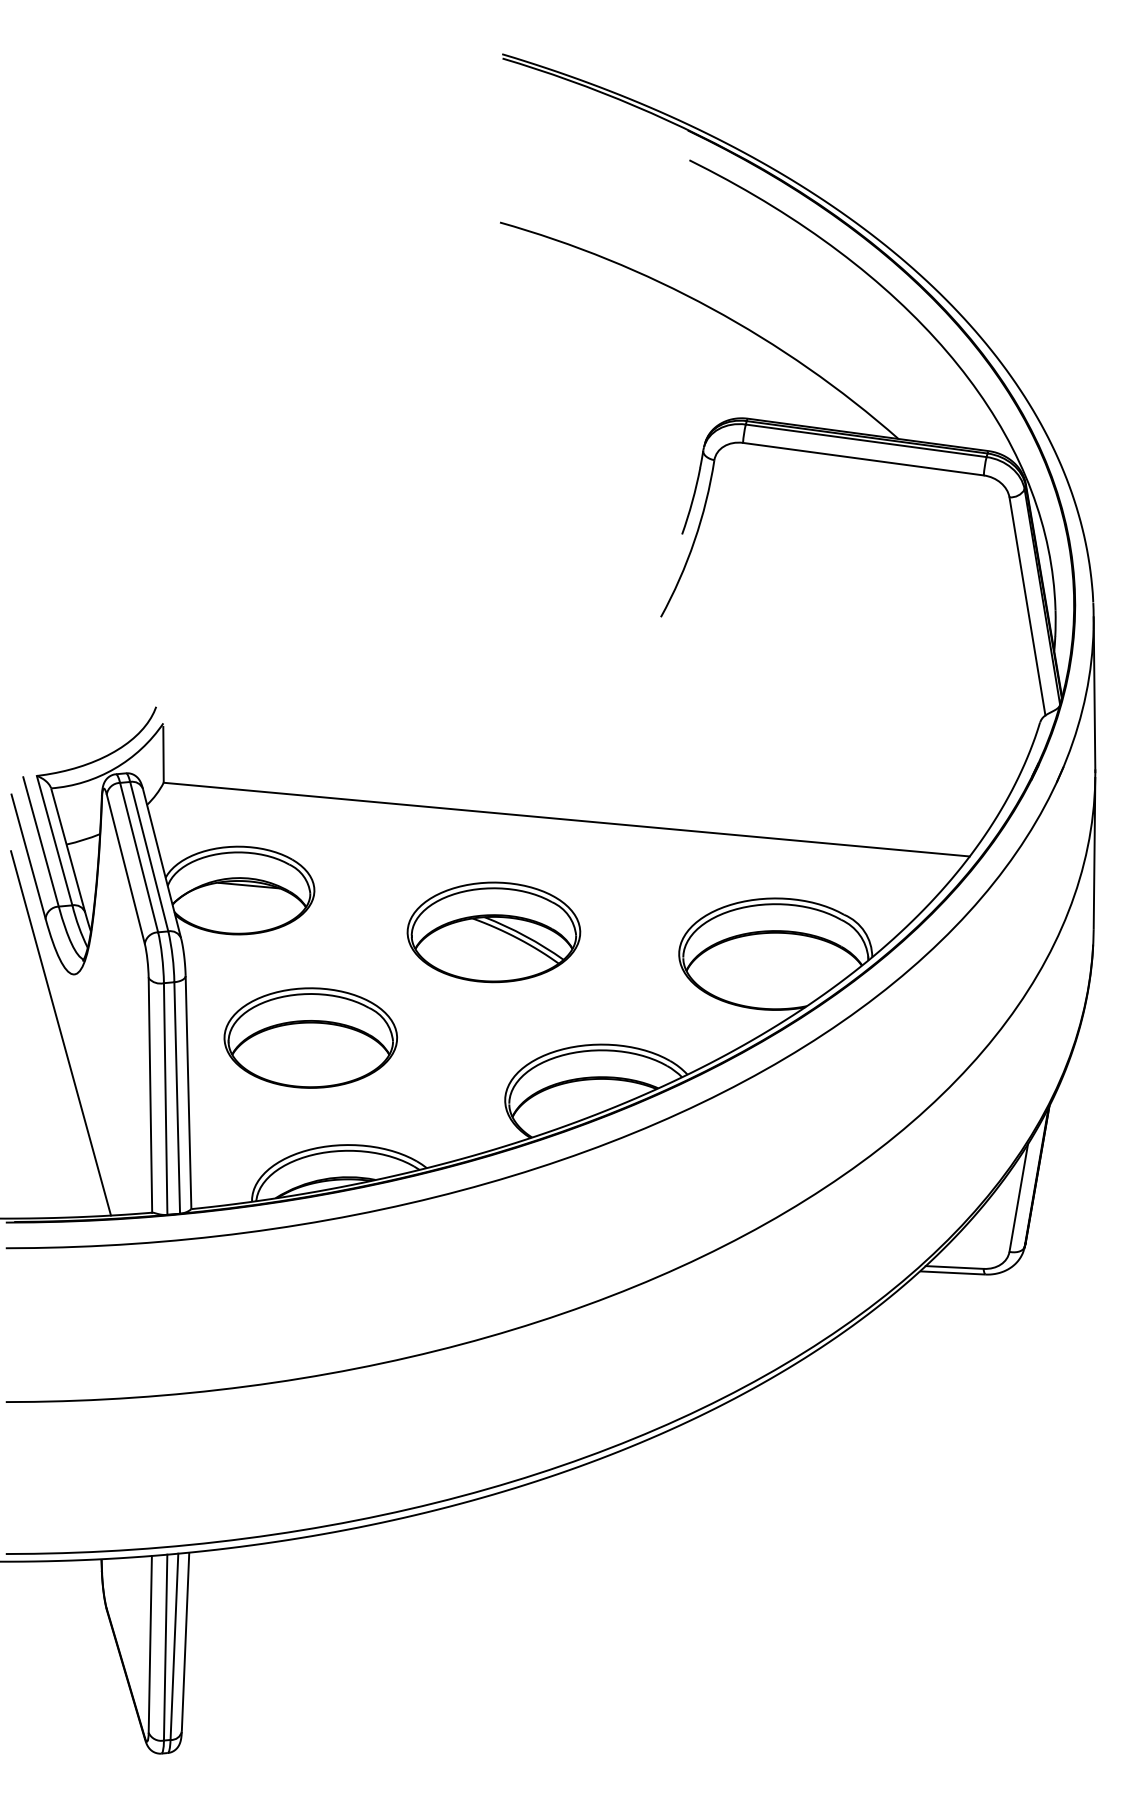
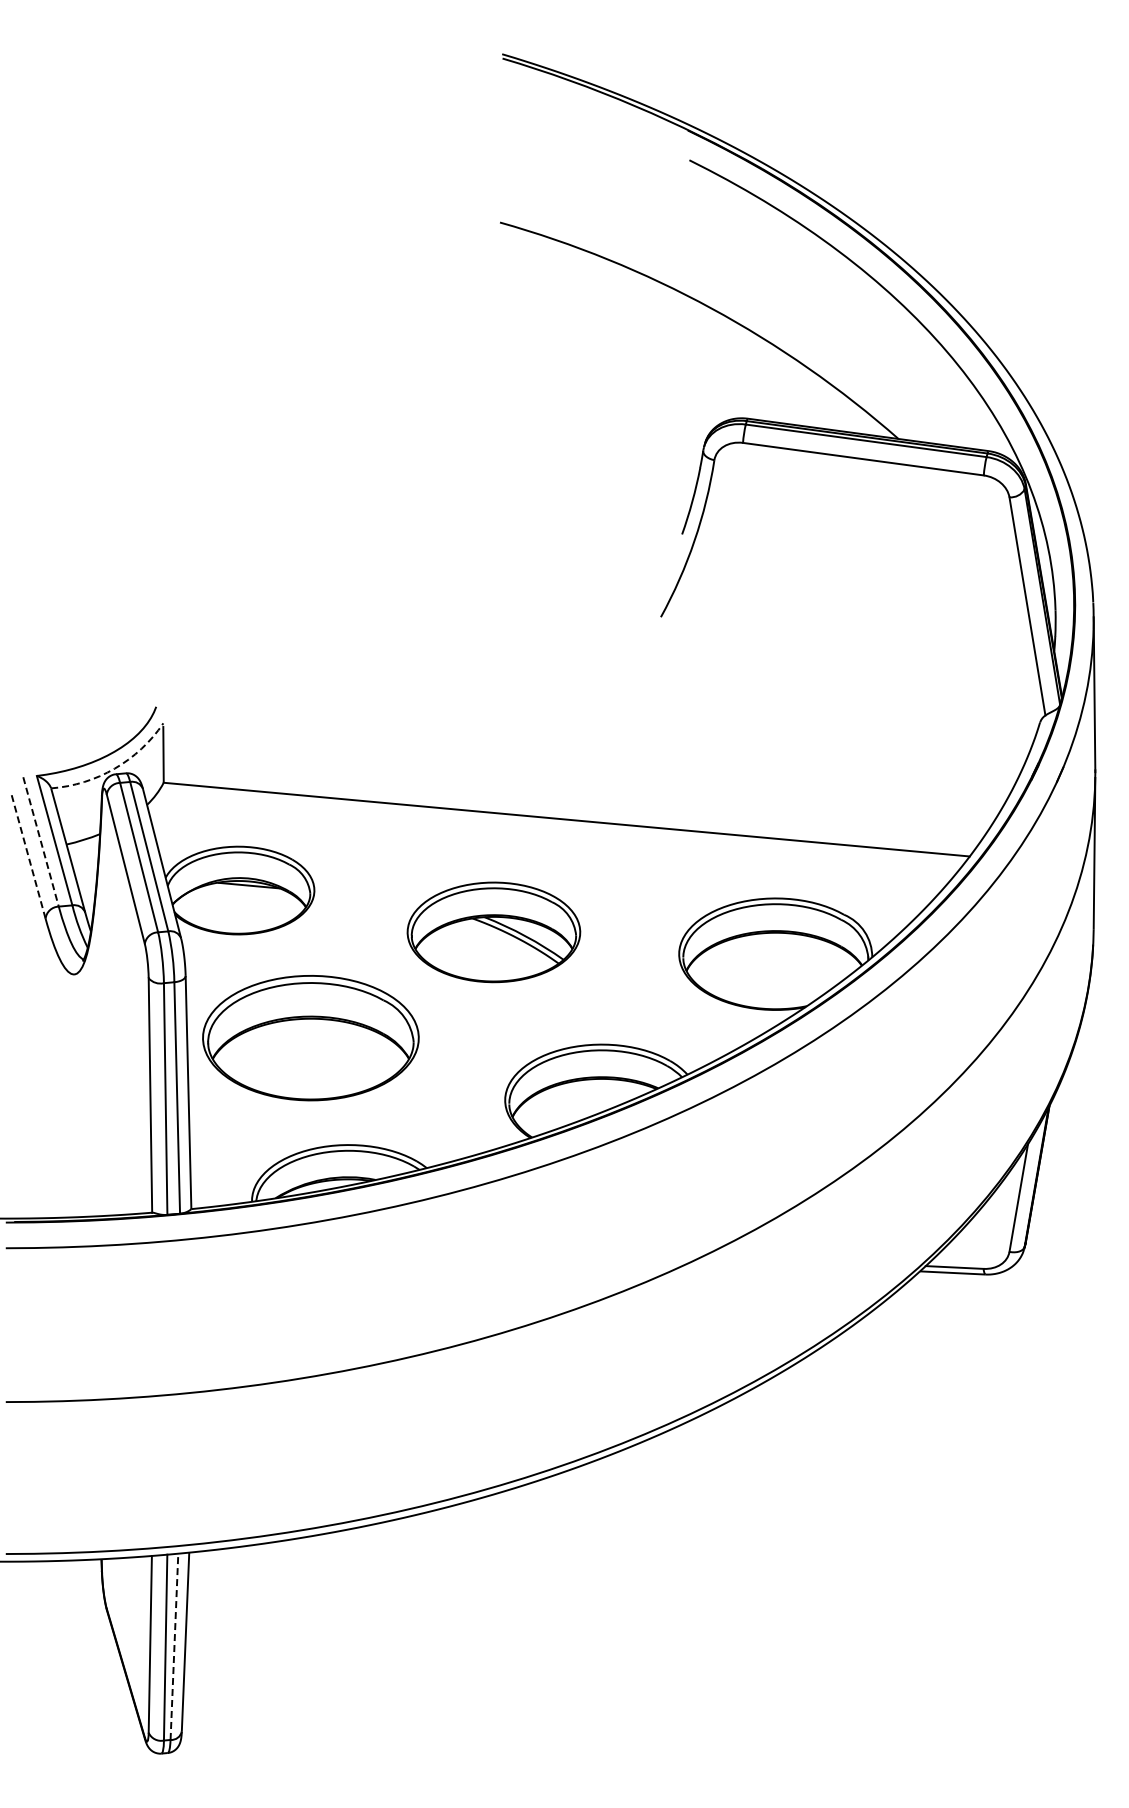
arc at (114, 768): solid -> dashed
line at (41, 842): solid -> dashed
line at (28, 856): solid -> dashed
line at (61, 1033): present -> none
part at (310, 1037) size: 175x102 px -> 218x127 px
line at (174, 1646): solid -> dashed
